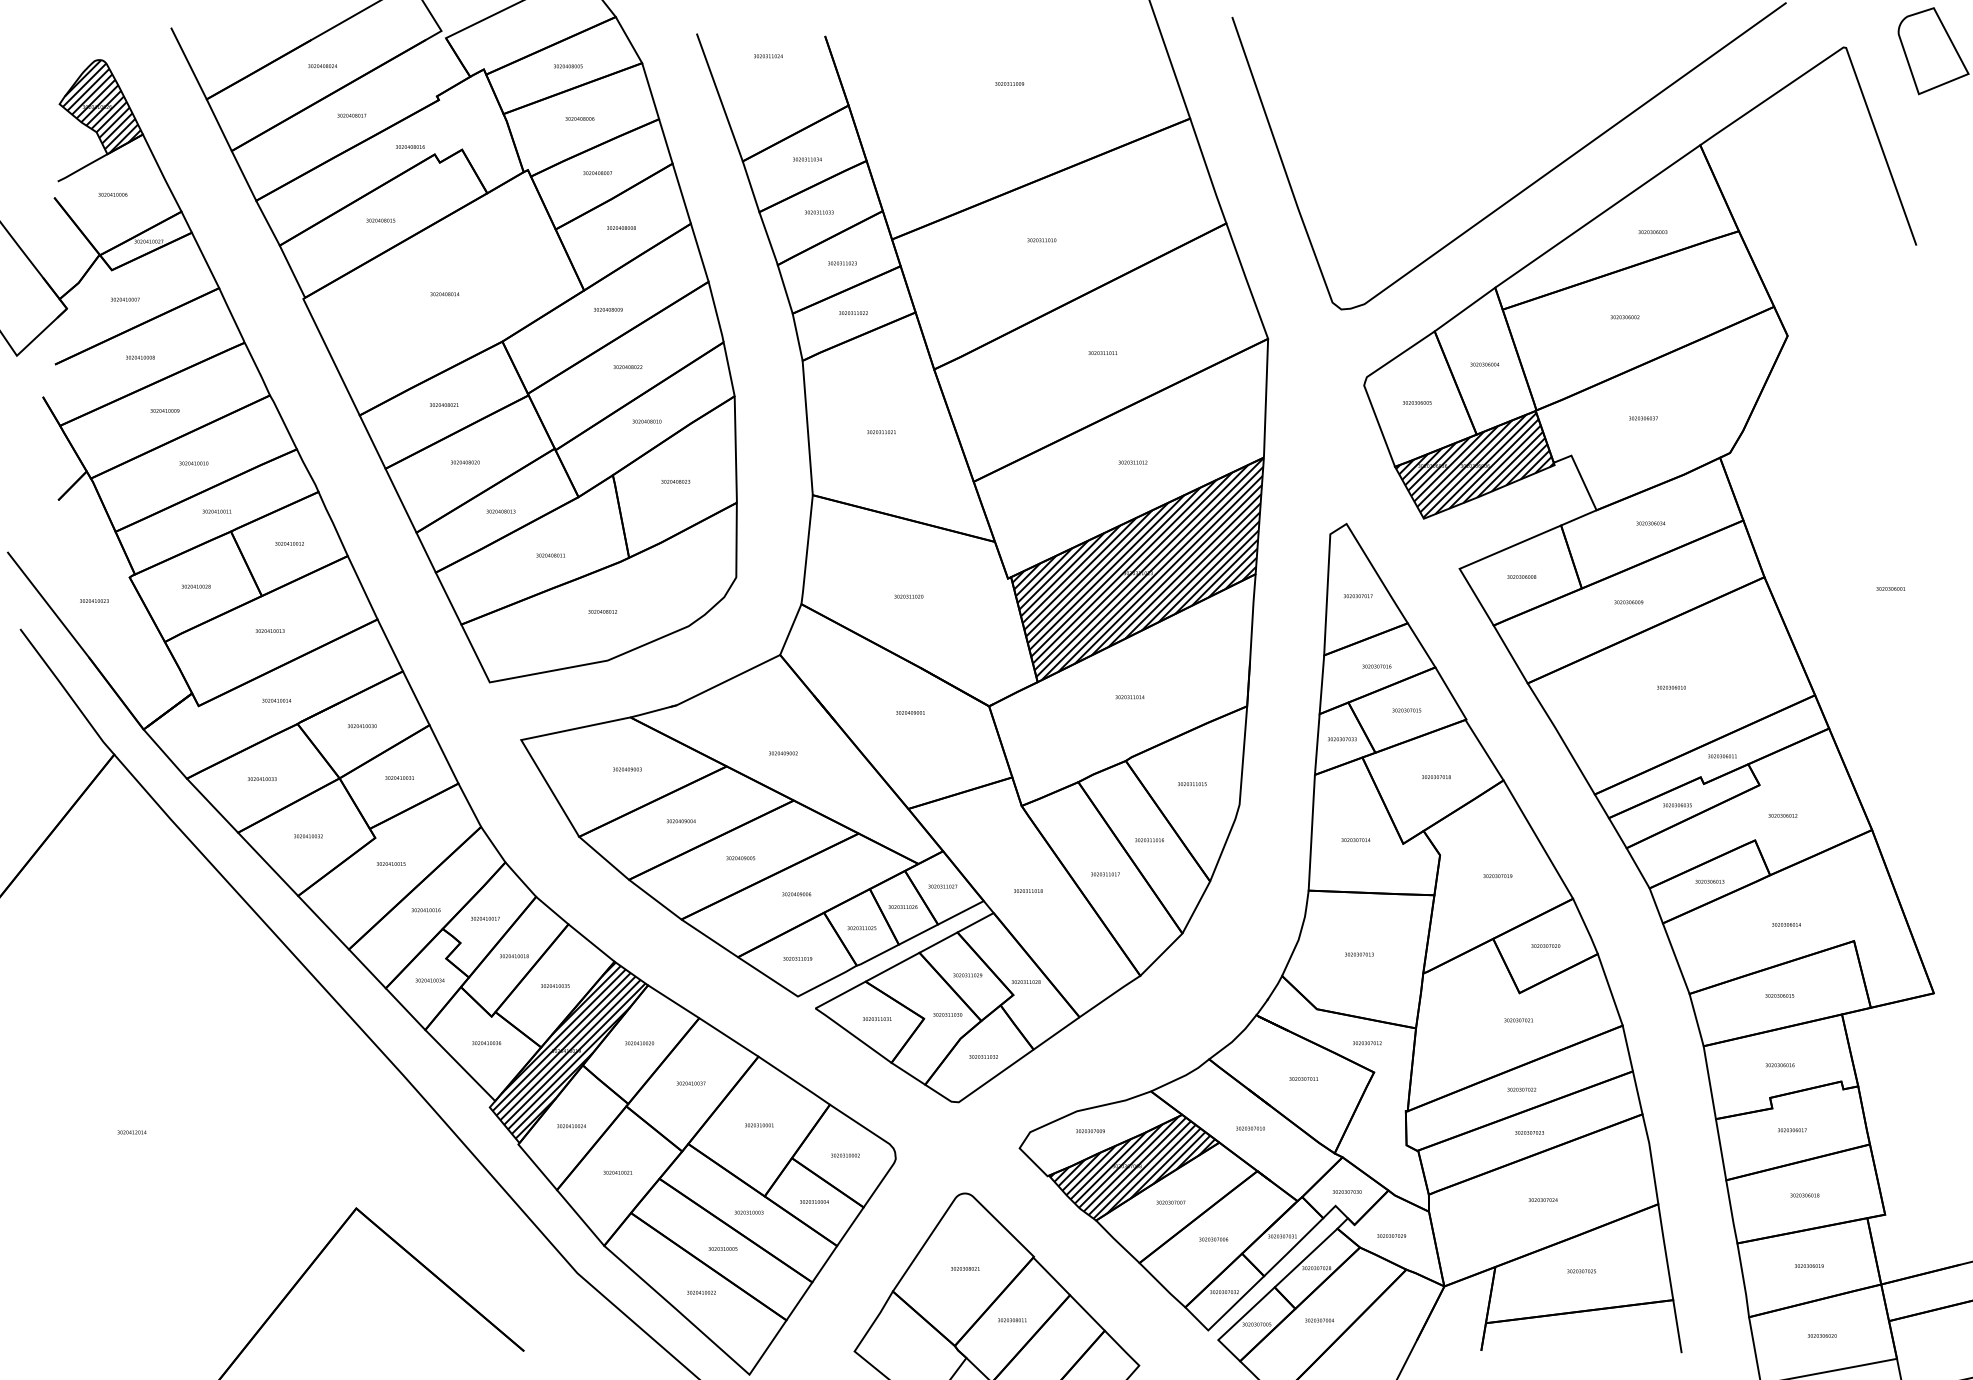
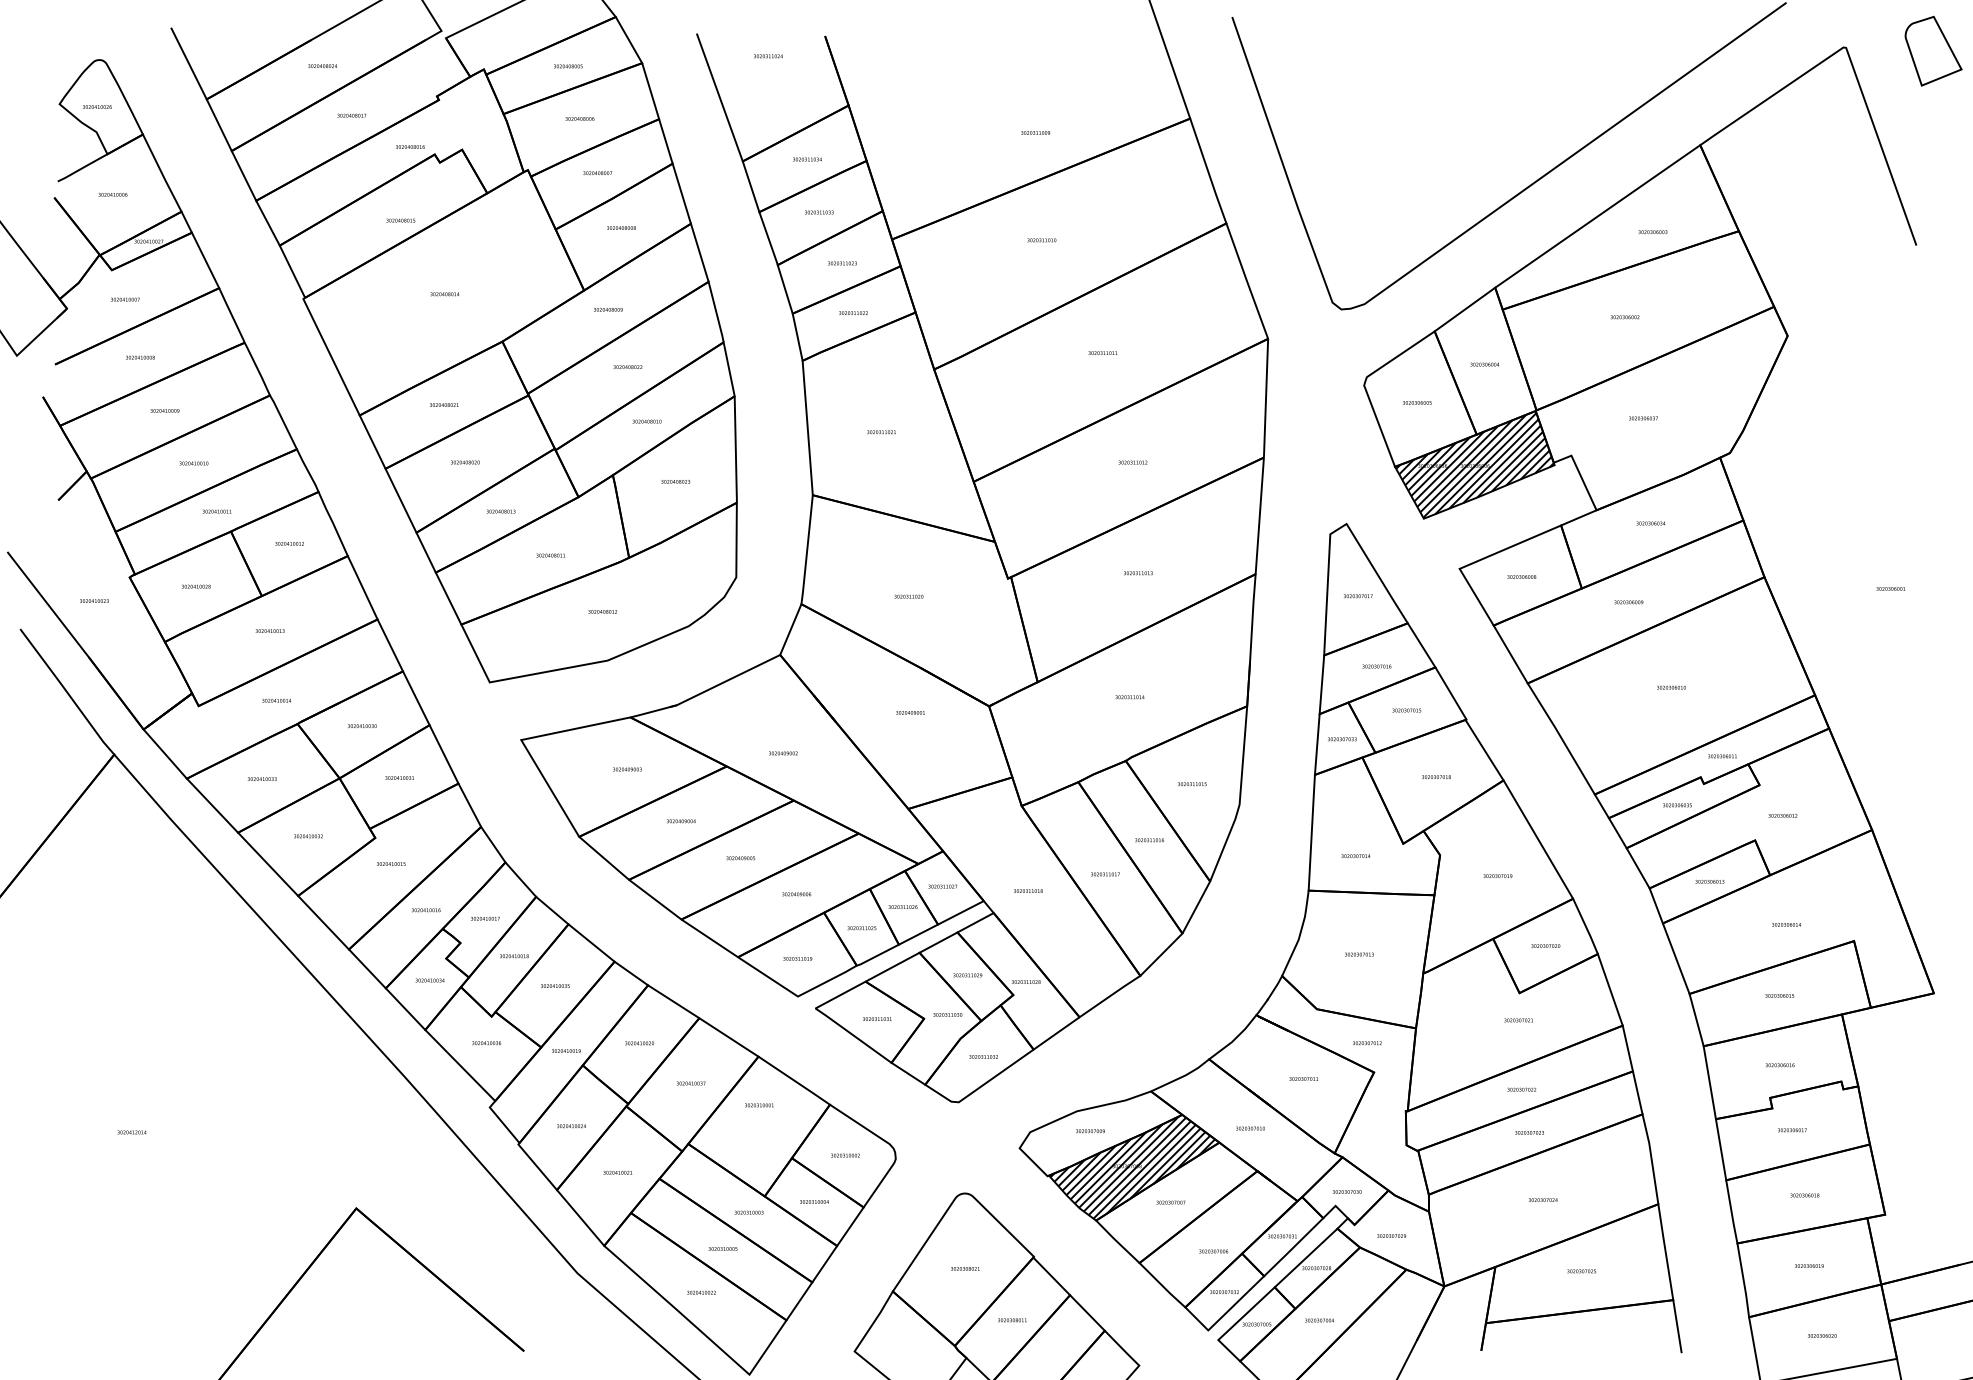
part at (1933, 51) size: 73x89 px -> 59x71 px
text at (1009, 83) position: (1009, 83) -> (1035, 132)
hatch at (101, 106): present -> none
text at (380, 220) position: (380, 220) -> (400, 220)
hatch at (1137, 568): present -> none
text at (1355, 839) position: (1355, 839) -> (1355, 855)
hatch at (568, 1050): present -> none
text at (759, 1125) position: (759, 1125) -> (759, 1105)
text at (1213, 1239) position: (1213, 1239) -> (1213, 1251)
